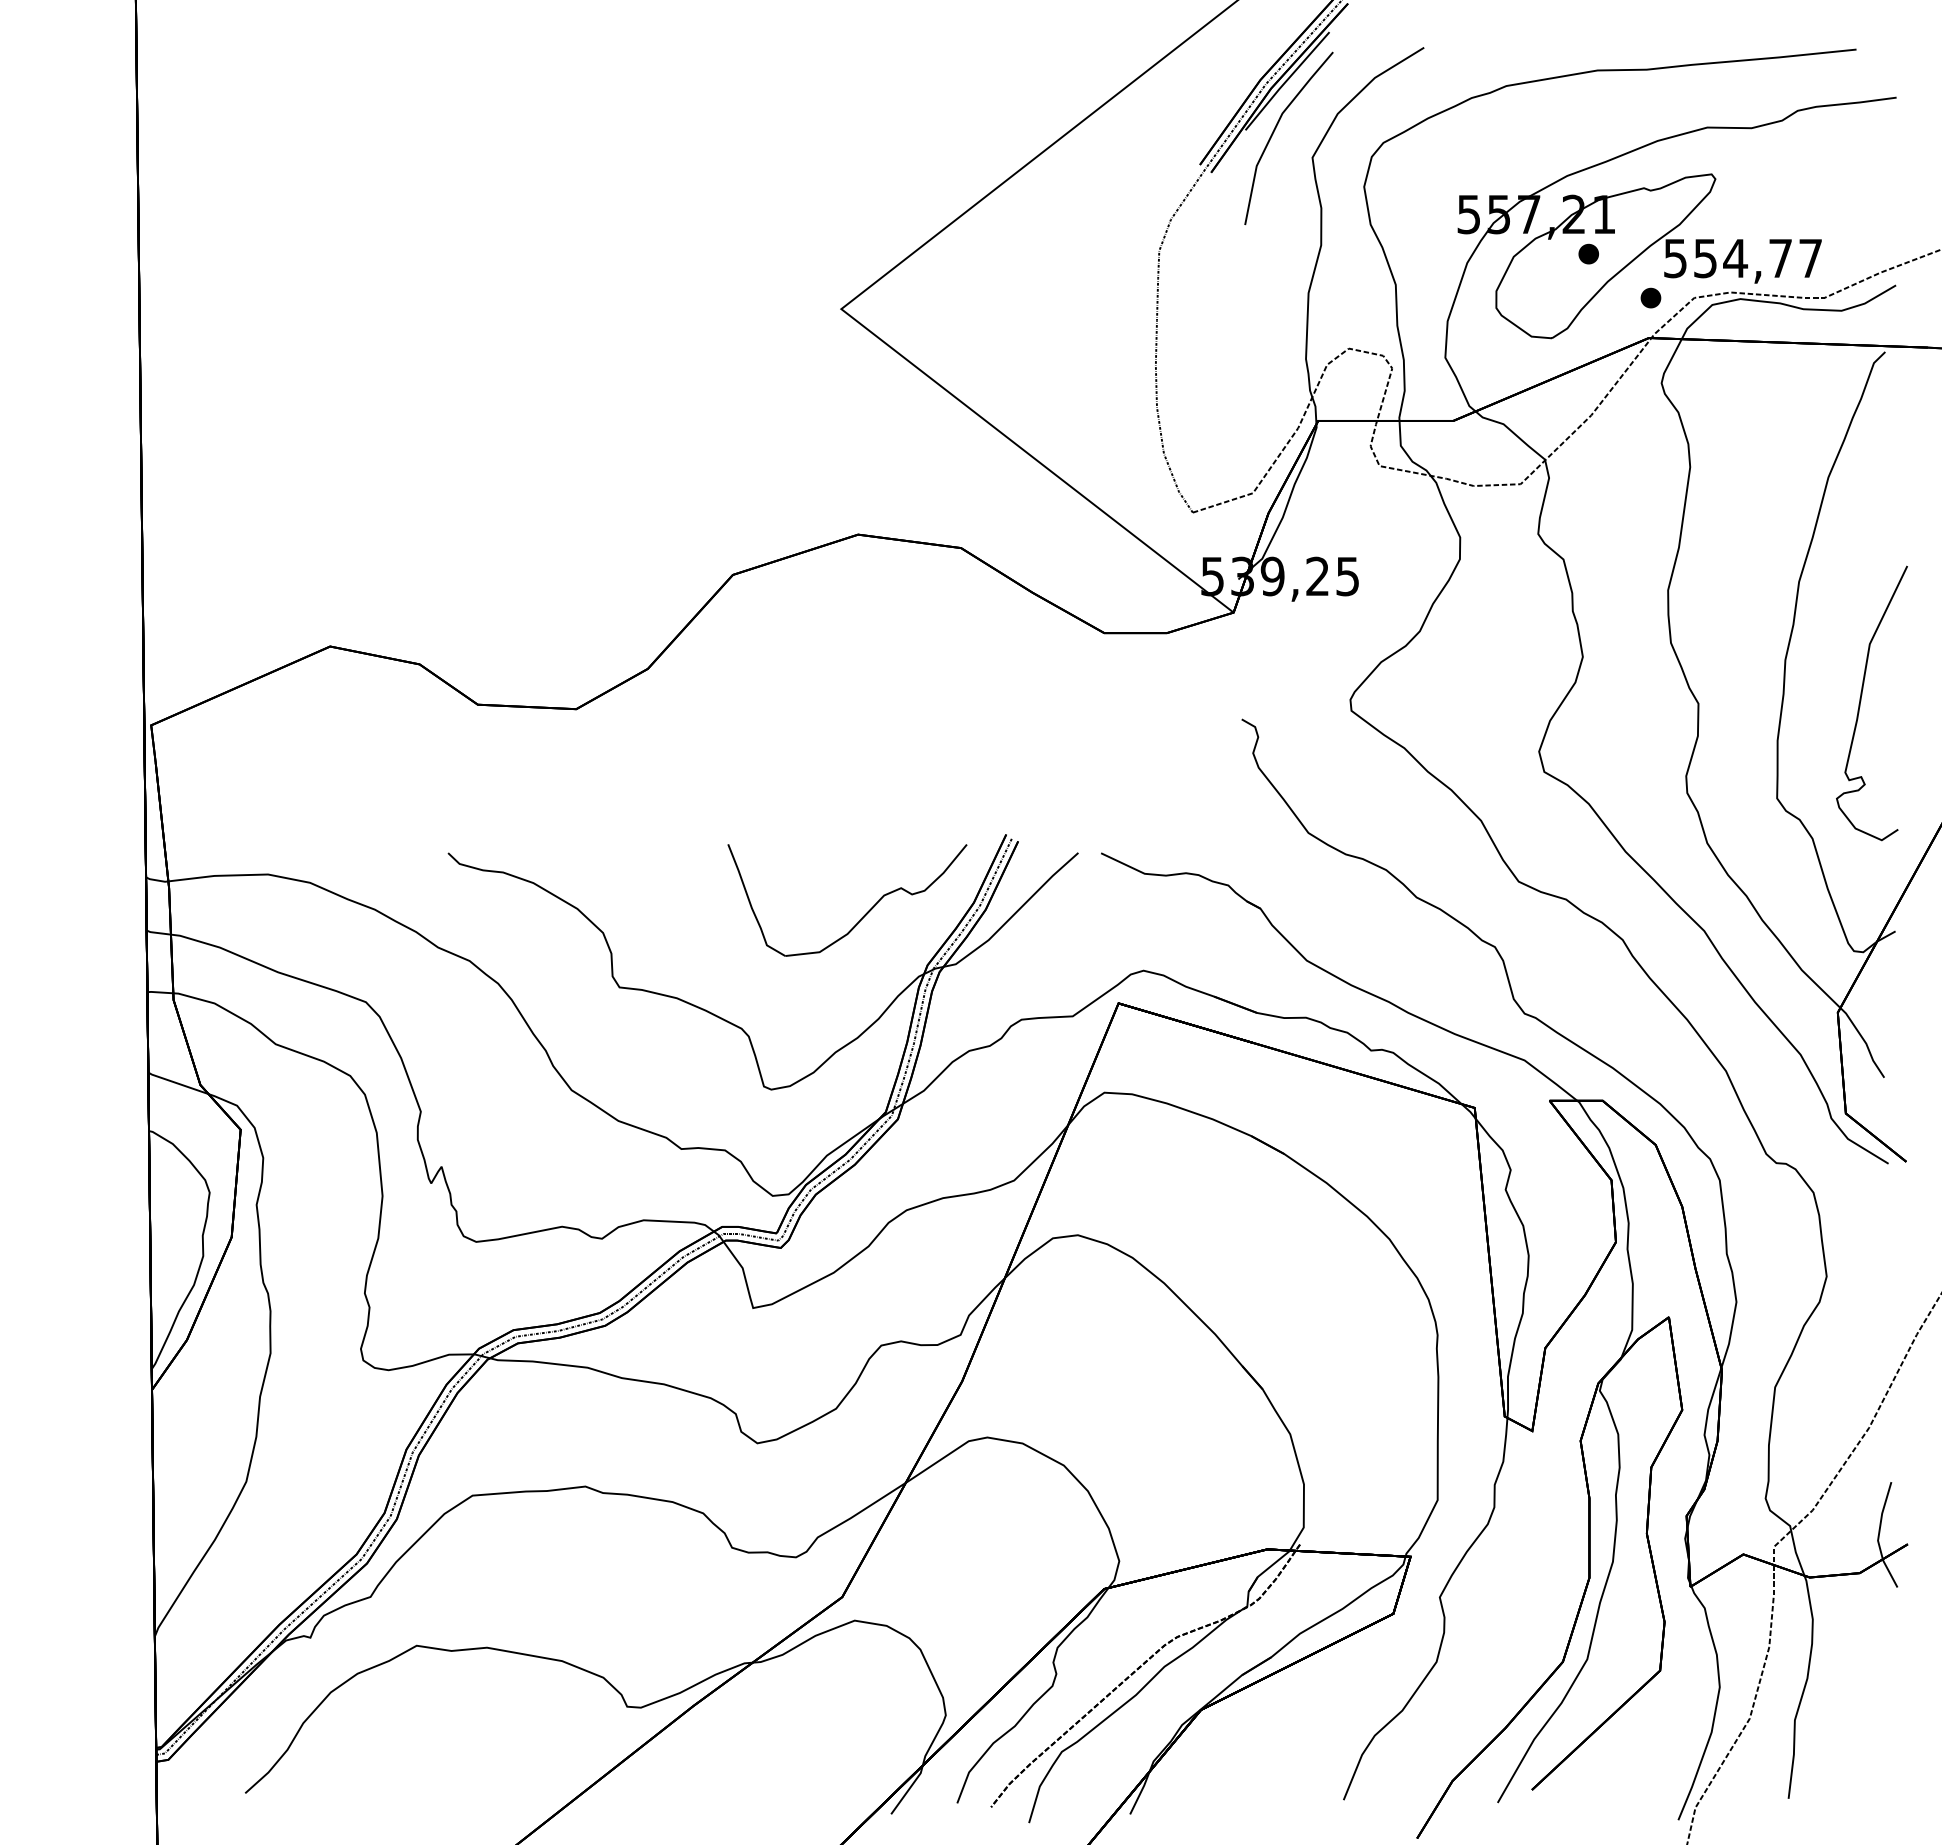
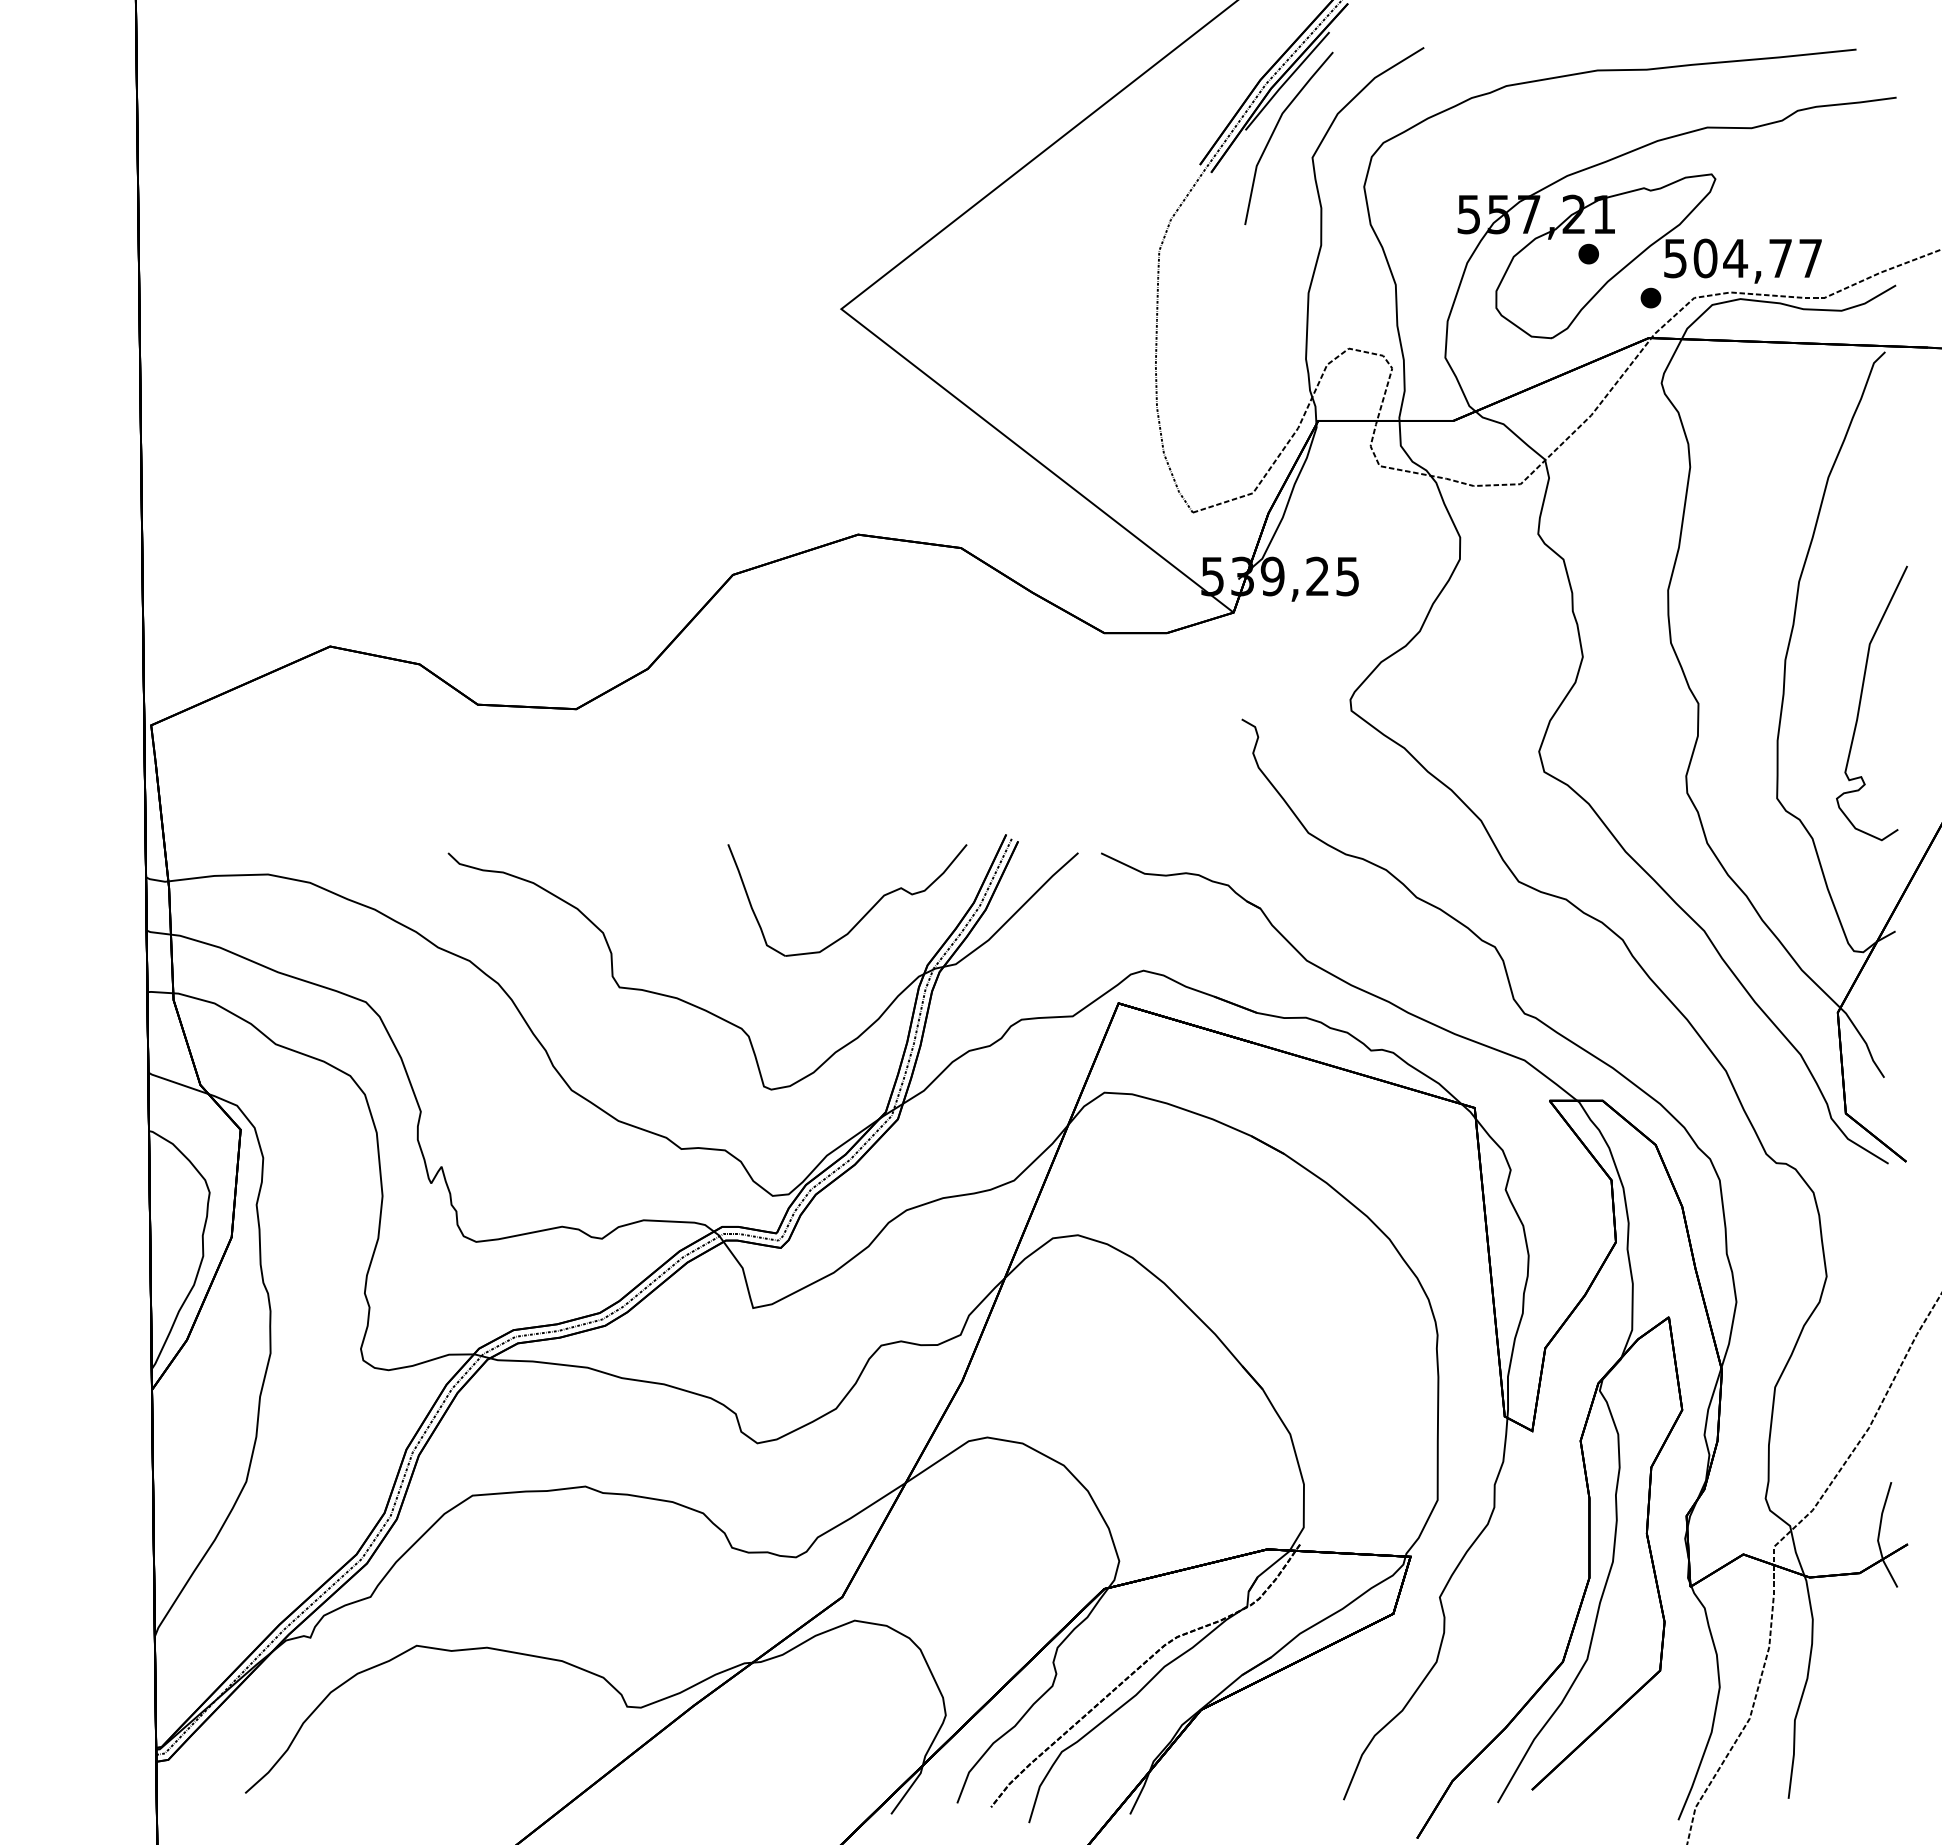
text at (1705, 258): 554,77 -> 504,77
